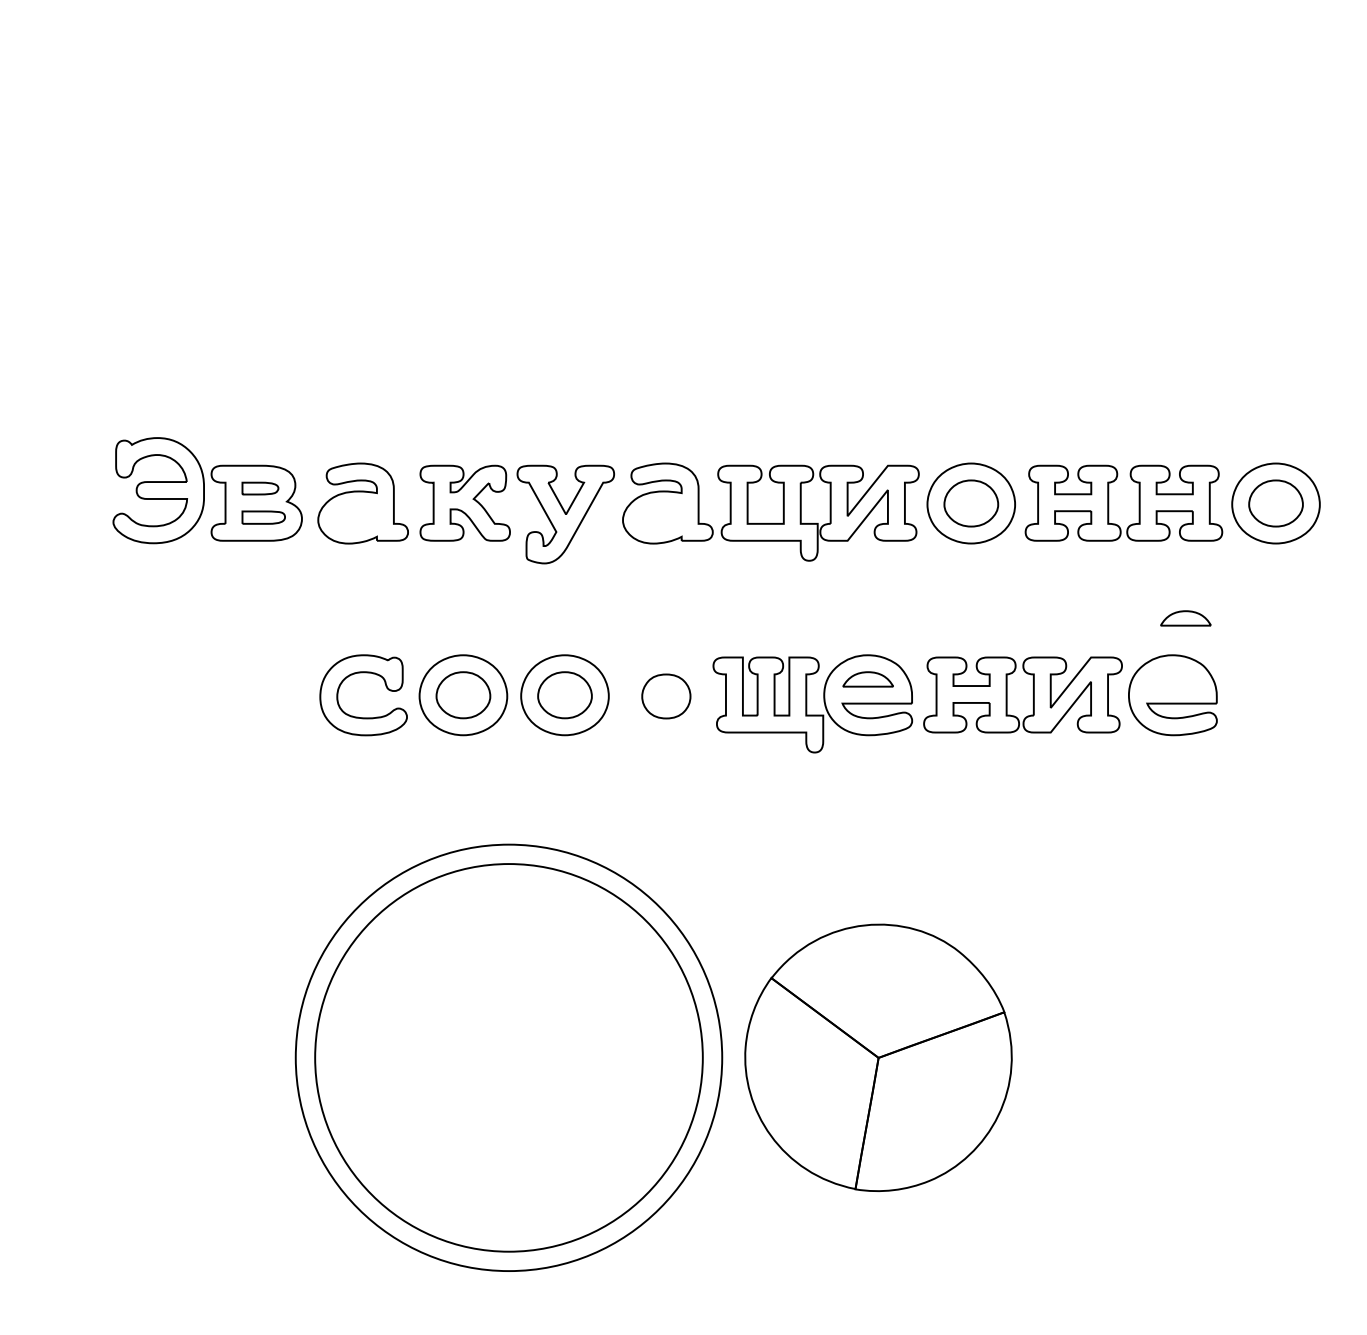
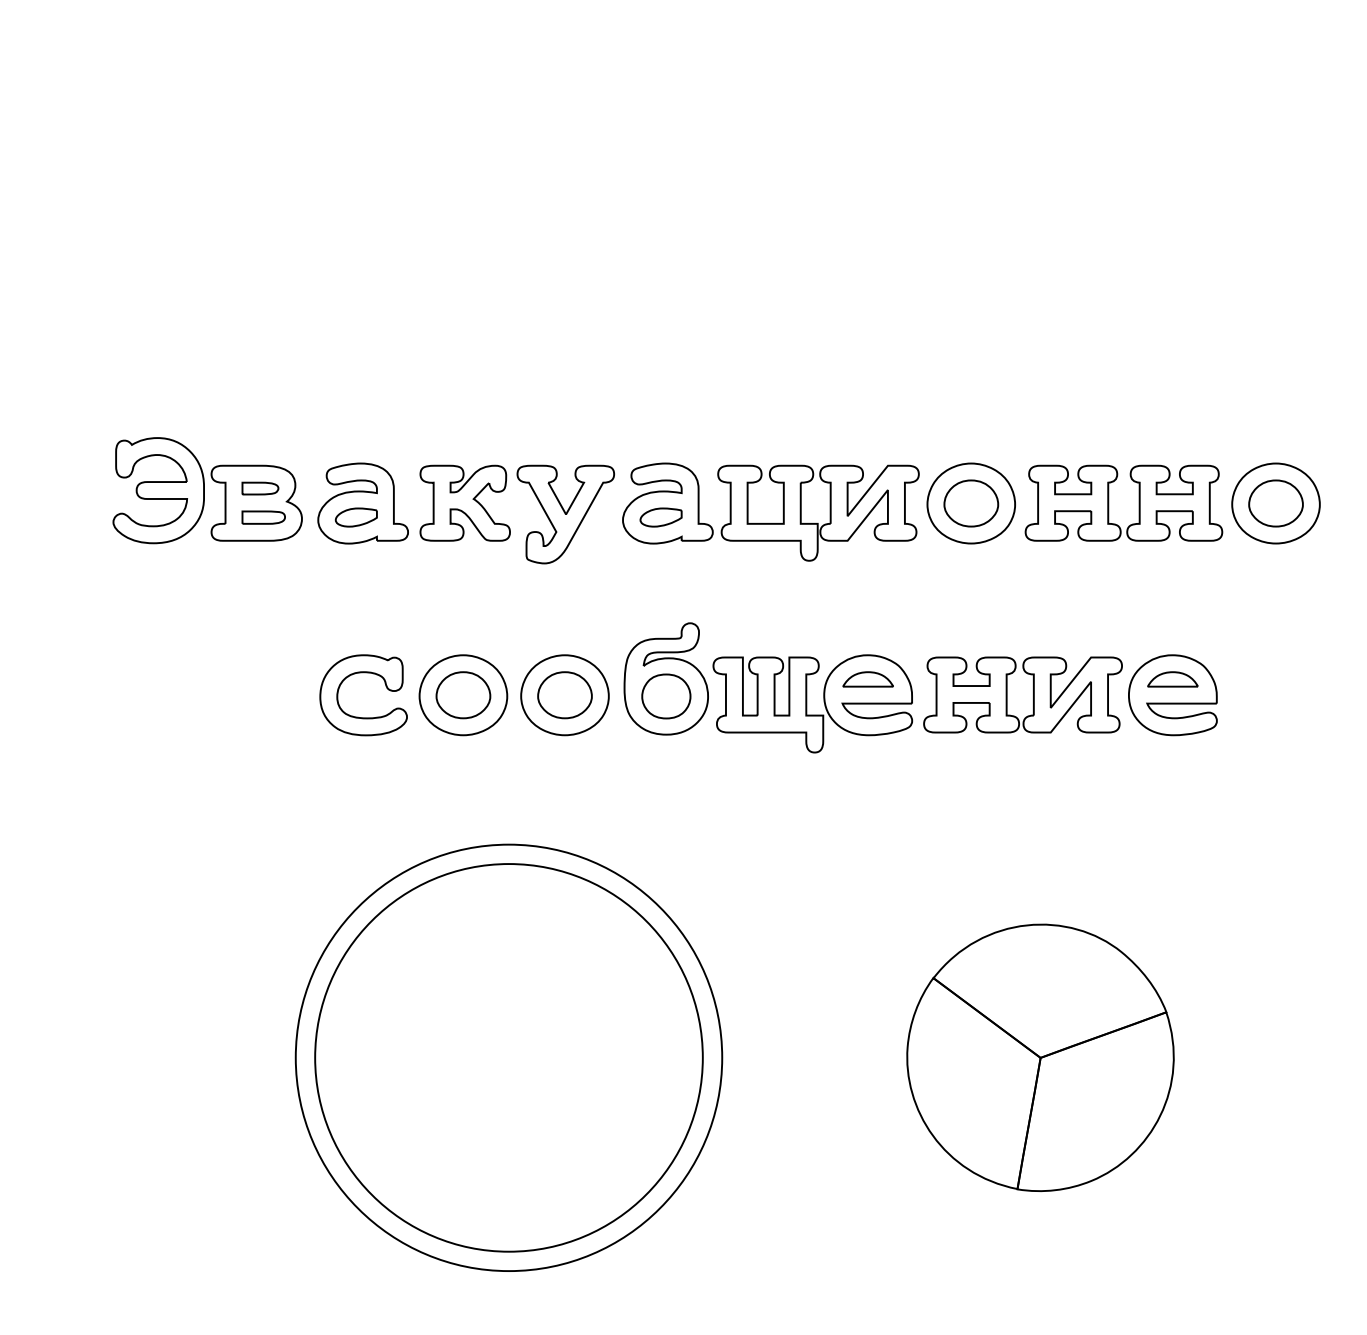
part at (355, 517): none -> present
part at (660, 517): none -> present
part at (1185, 618) position: (1185, 618) -> (1172, 679)
part at (665, 678): none -> present
part at (878, 1057) position: (878, 1057) -> (1040, 1057)
